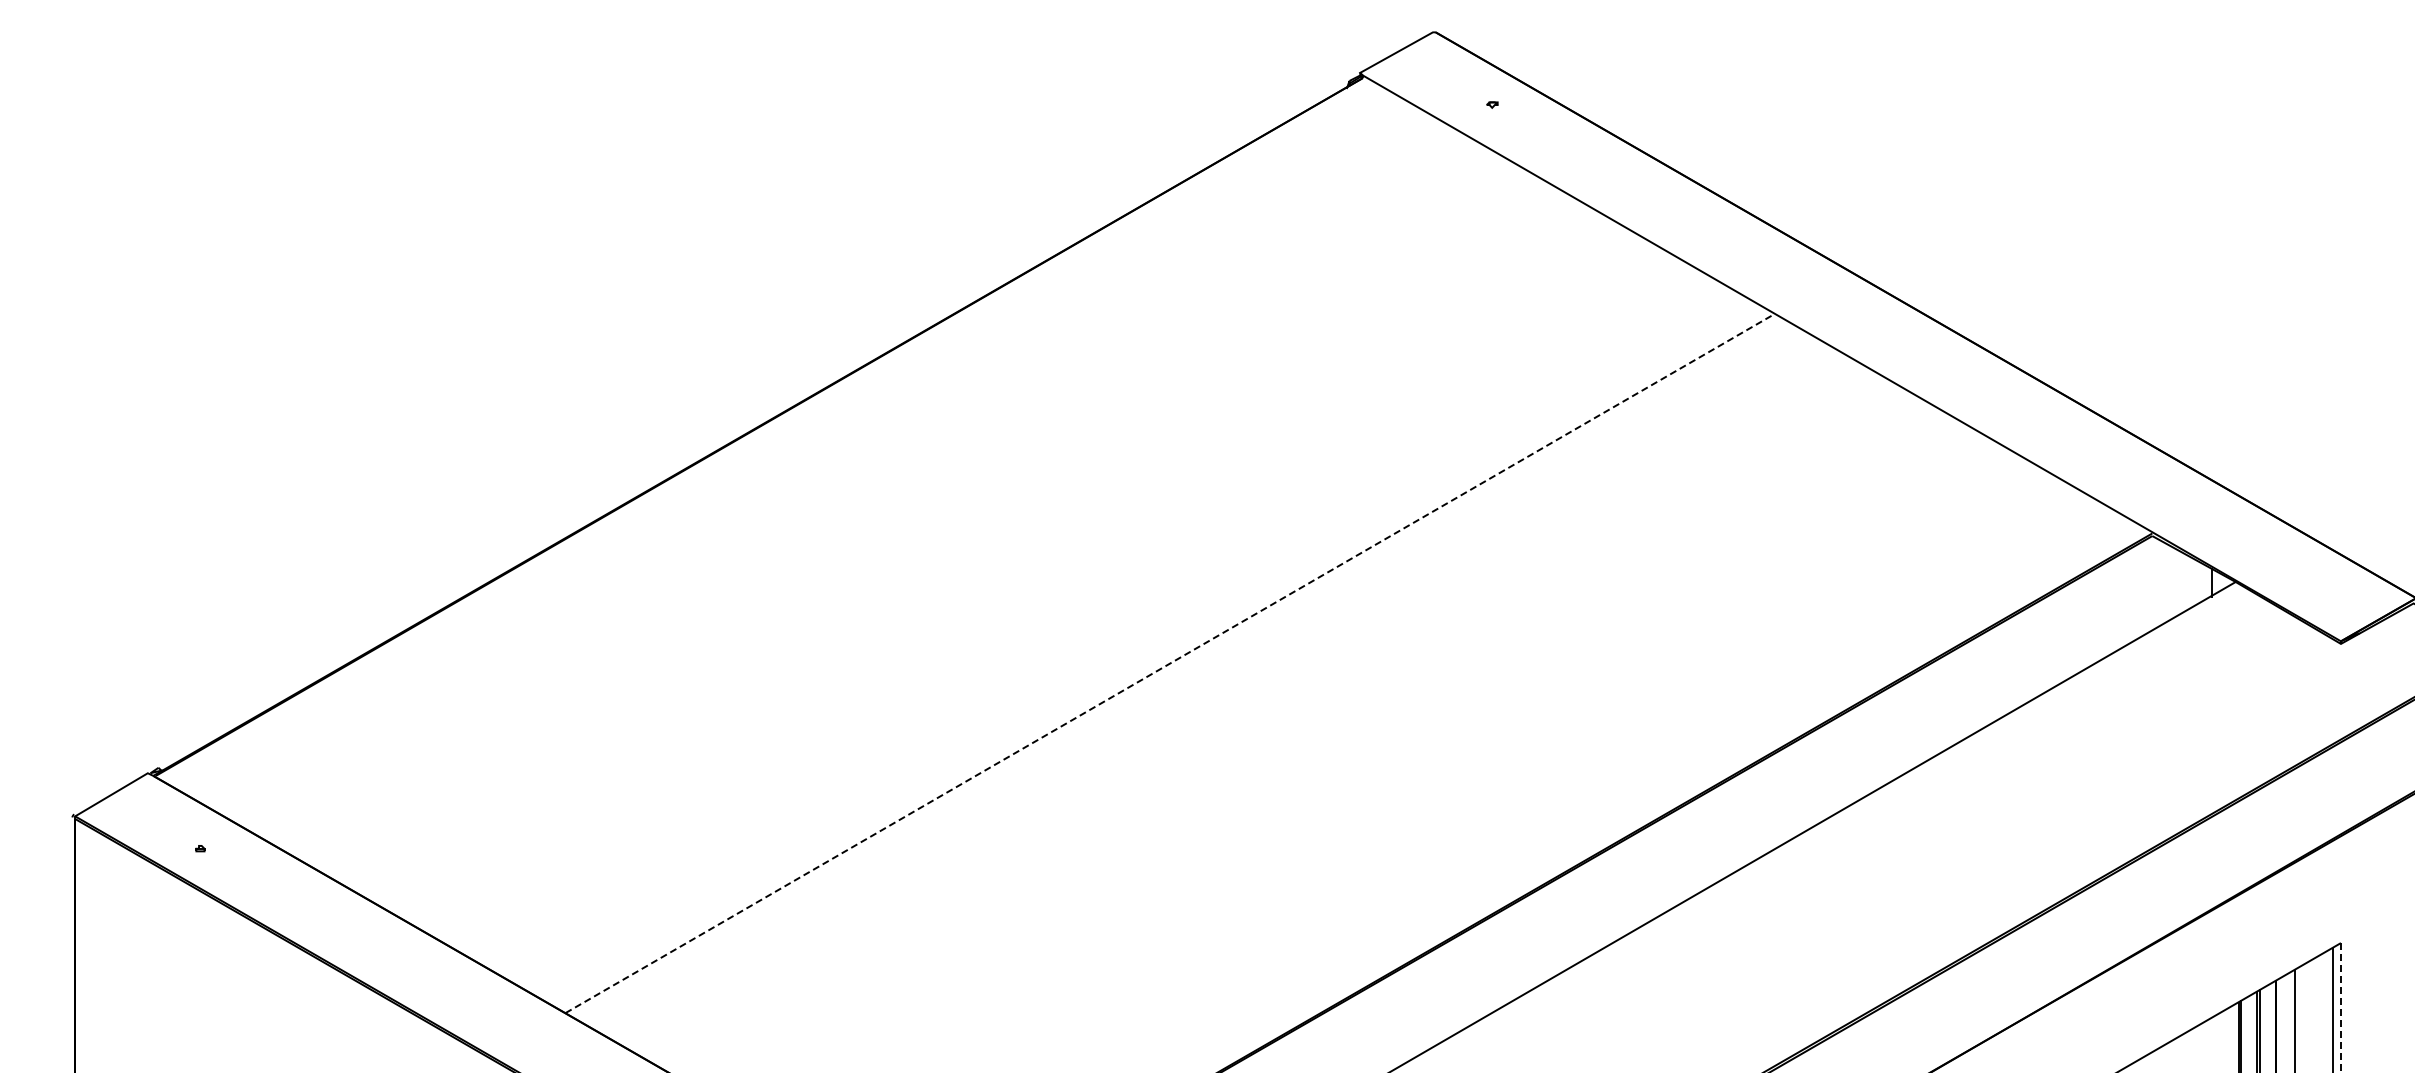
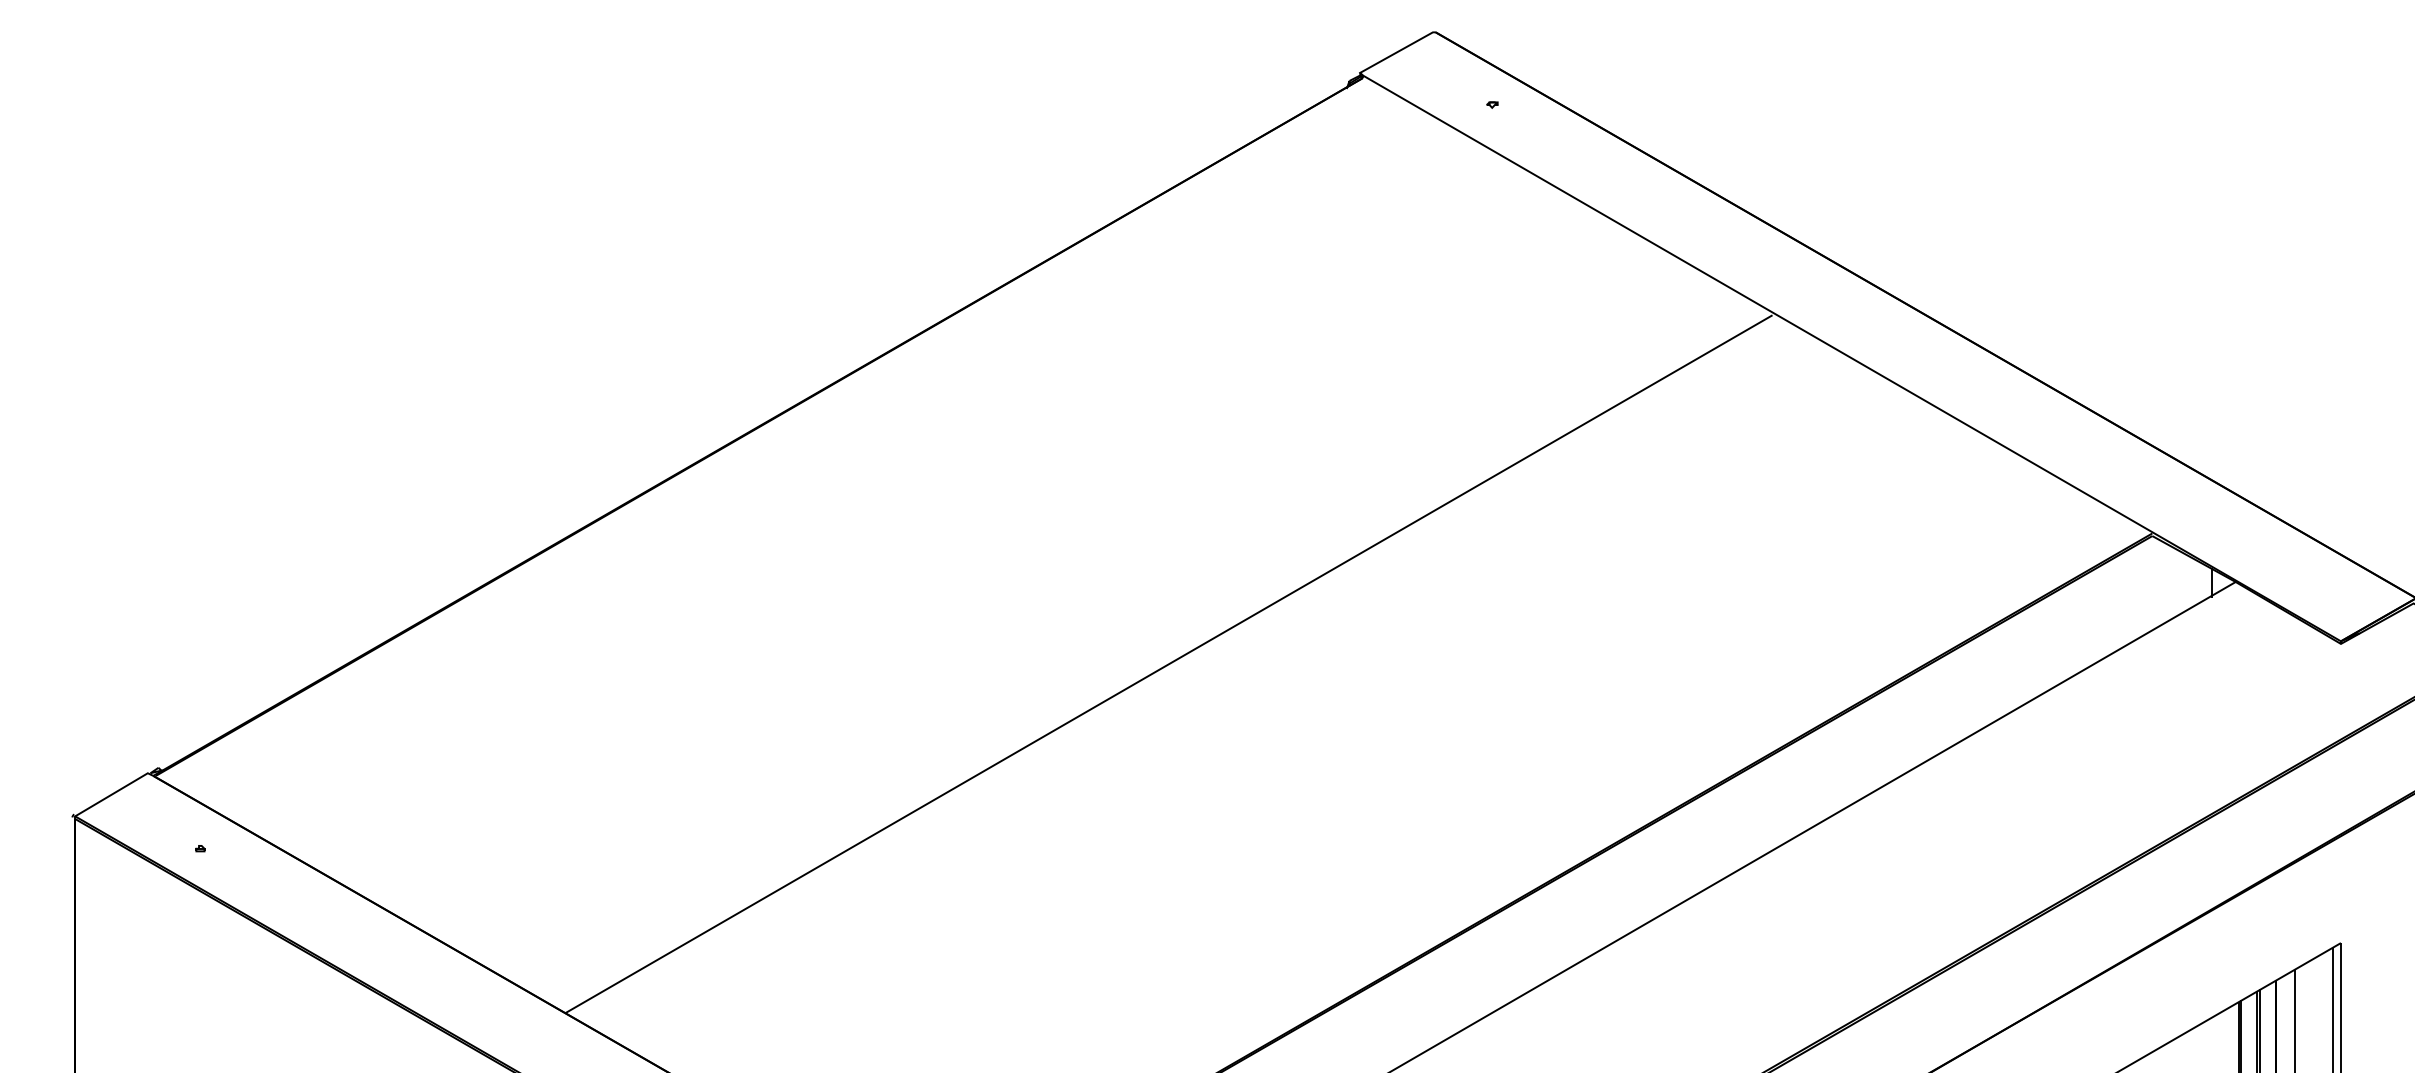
line at (1169, 663): dashed -> solid
line at (2340, 1008): dashed -> solid
